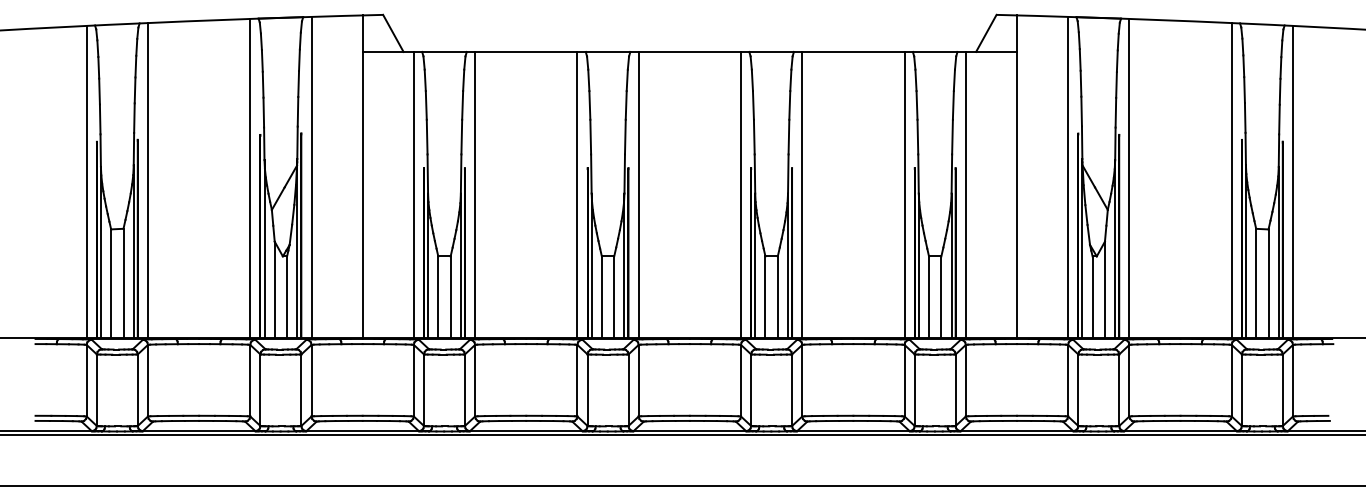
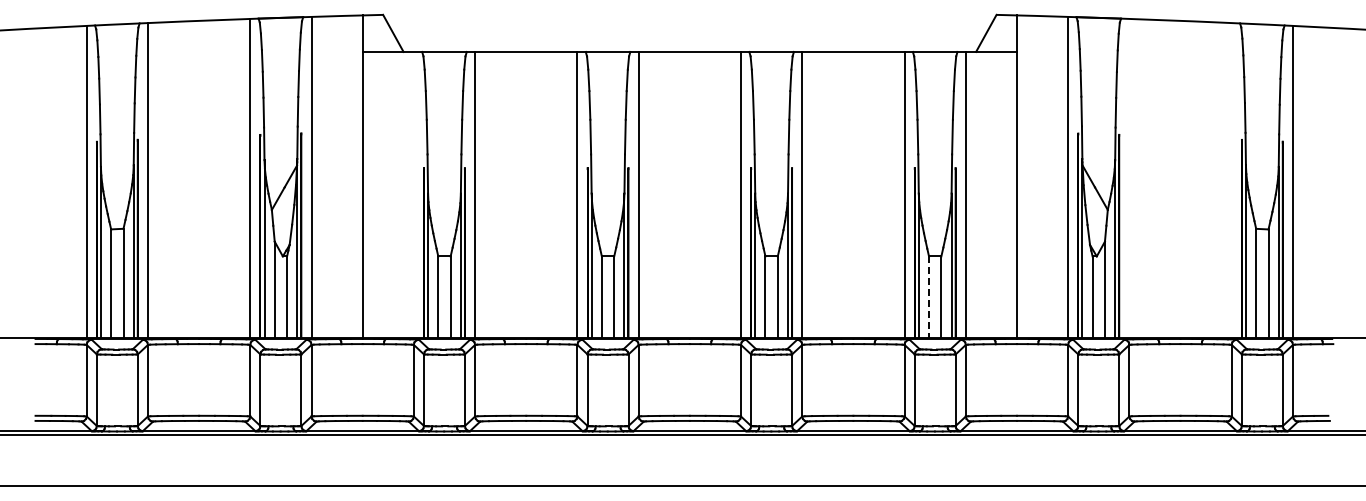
line at (1129, 178): present -> none
line at (1231, 180): present -> none
line at (413, 194): present -> none
line at (929, 297): solid -> dashed
